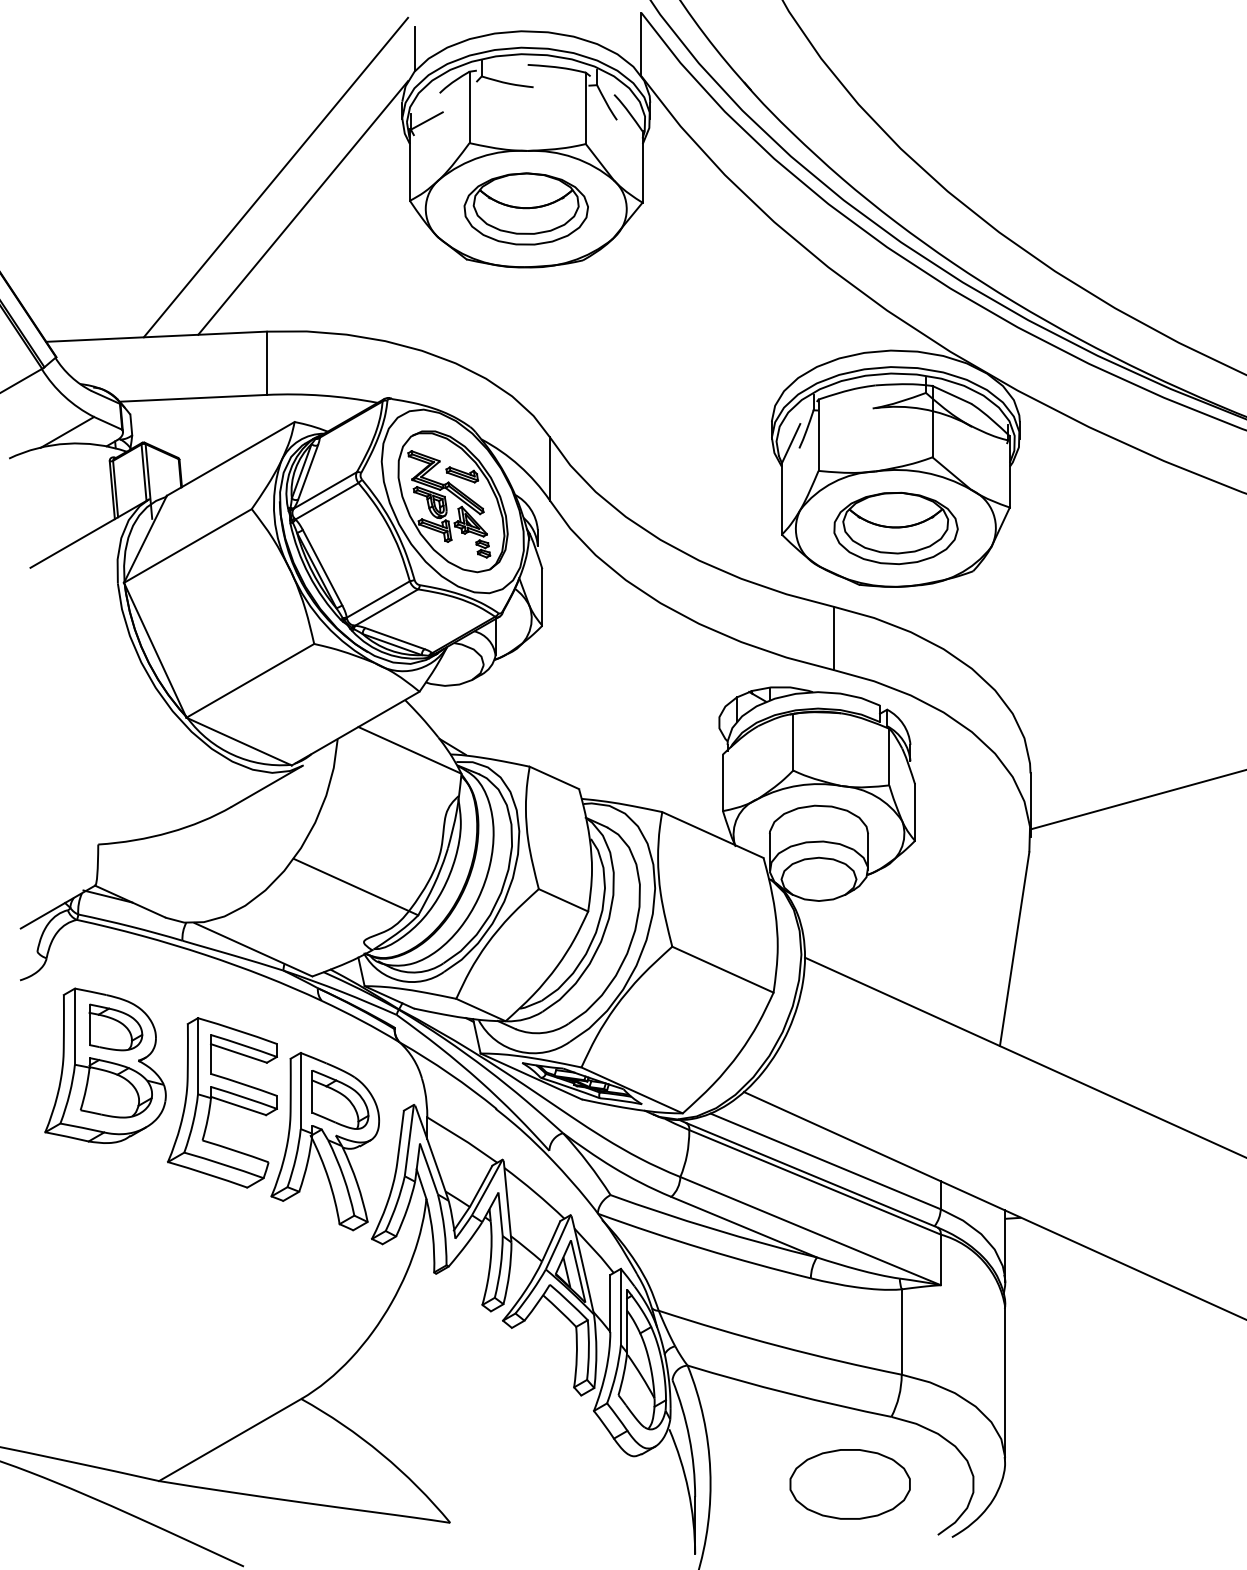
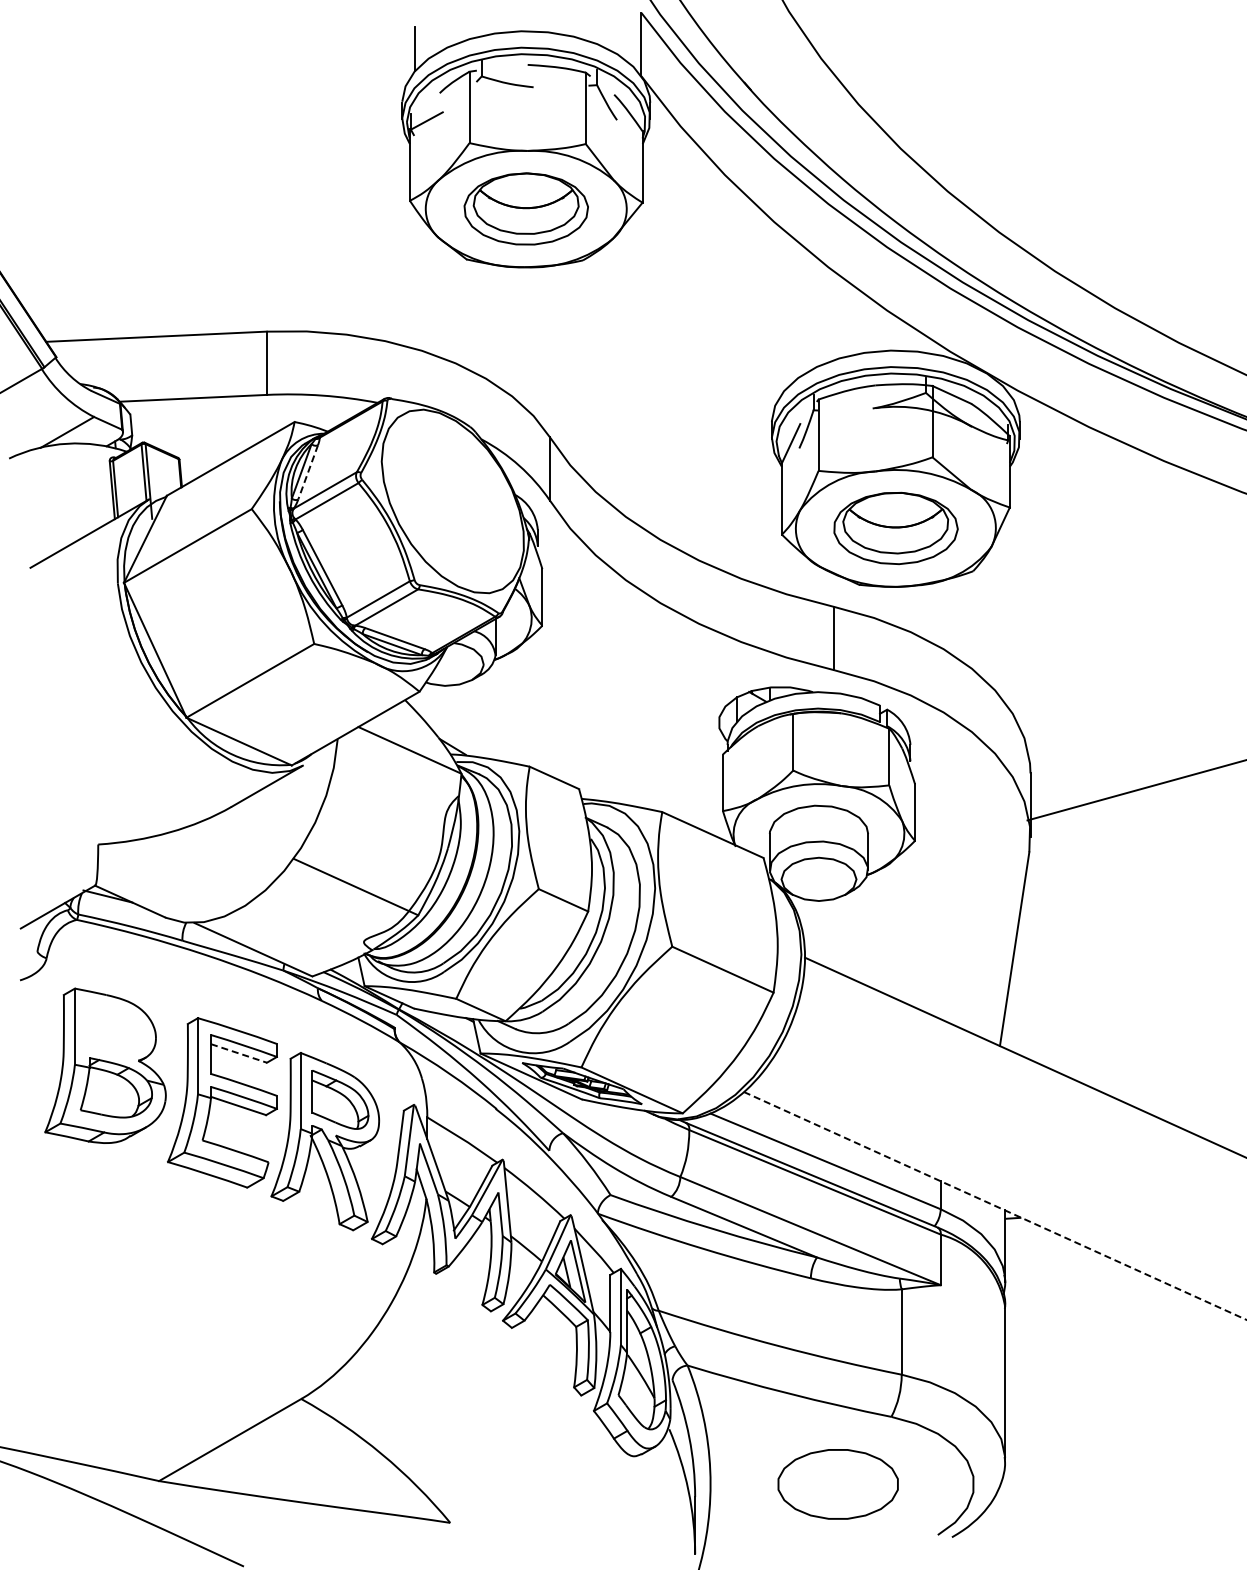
line at (275, 177): present -> none
line at (303, 207): present -> none
line at (308, 472): solid -> dashed
part at (452, 501): present -> none
line at (1136, 799) position: (1136, 799) -> (1135, 790)
part at (115, 1027): present -> none
line at (239, 1053): solid -> dashed
line at (995, 1206): solid -> dashed
part at (849, 1484) position: (849, 1484) -> (837, 1484)
